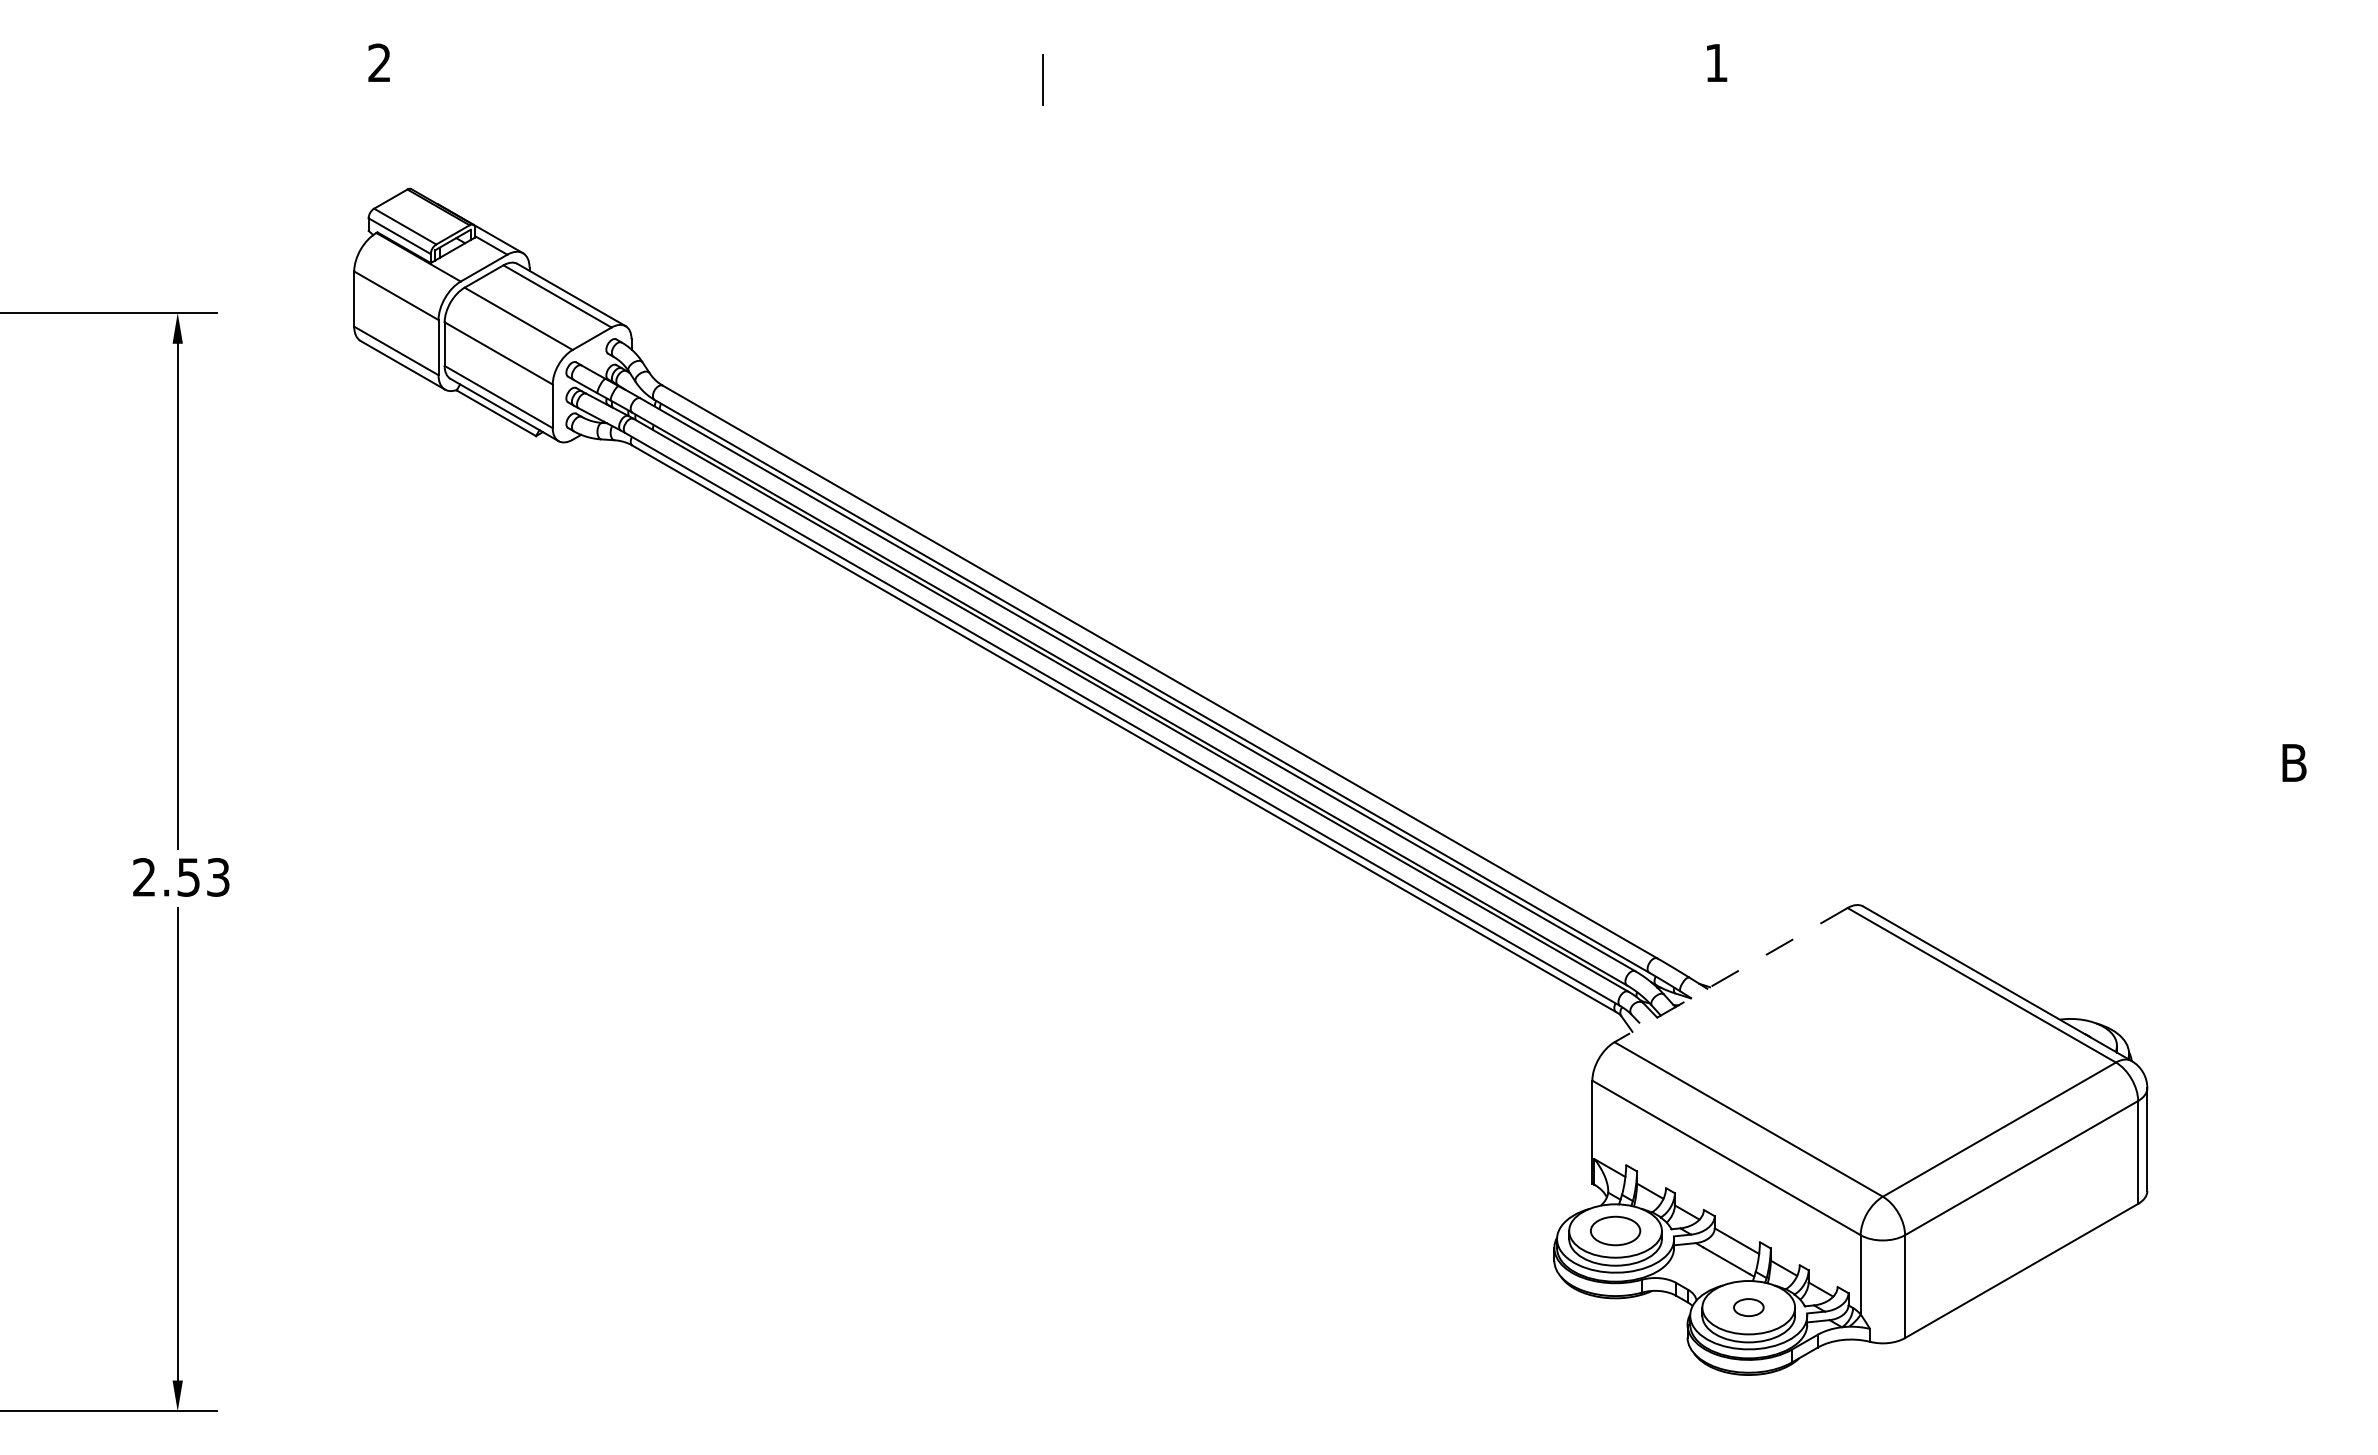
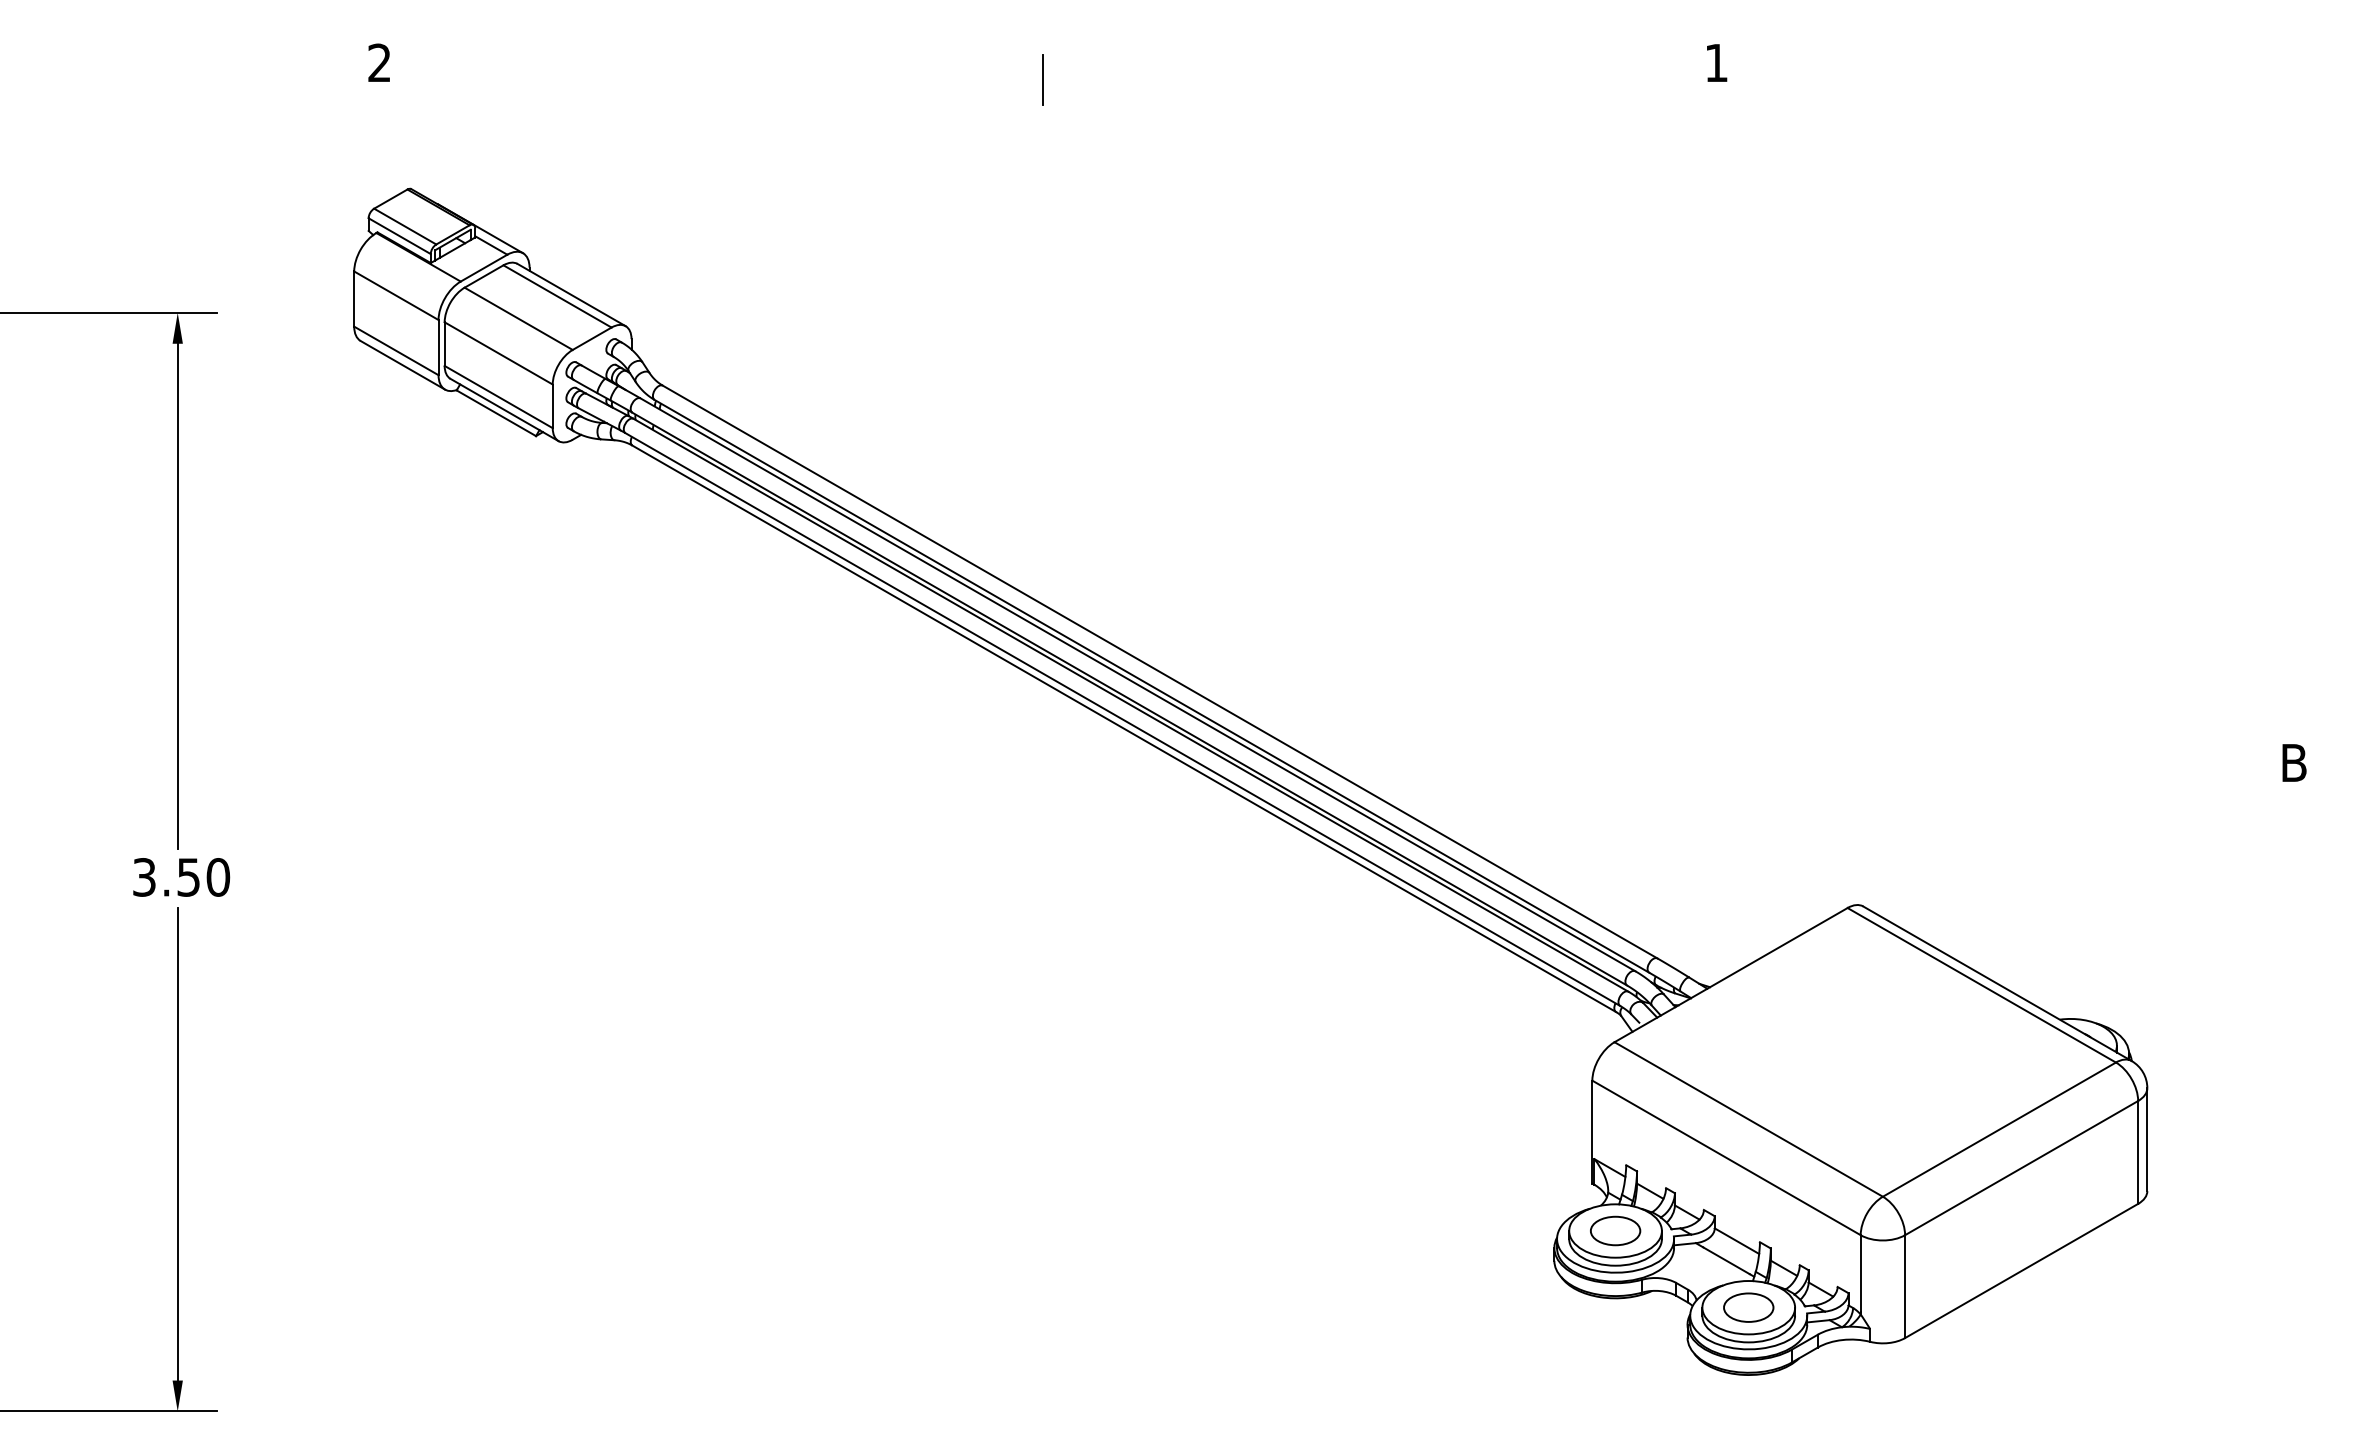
text at (181, 877): 2.53 -> 3.50
line at (1730, 975): dashed -> solid
part at (1748, 1307) size: 32x19 px -> 52x31 px
